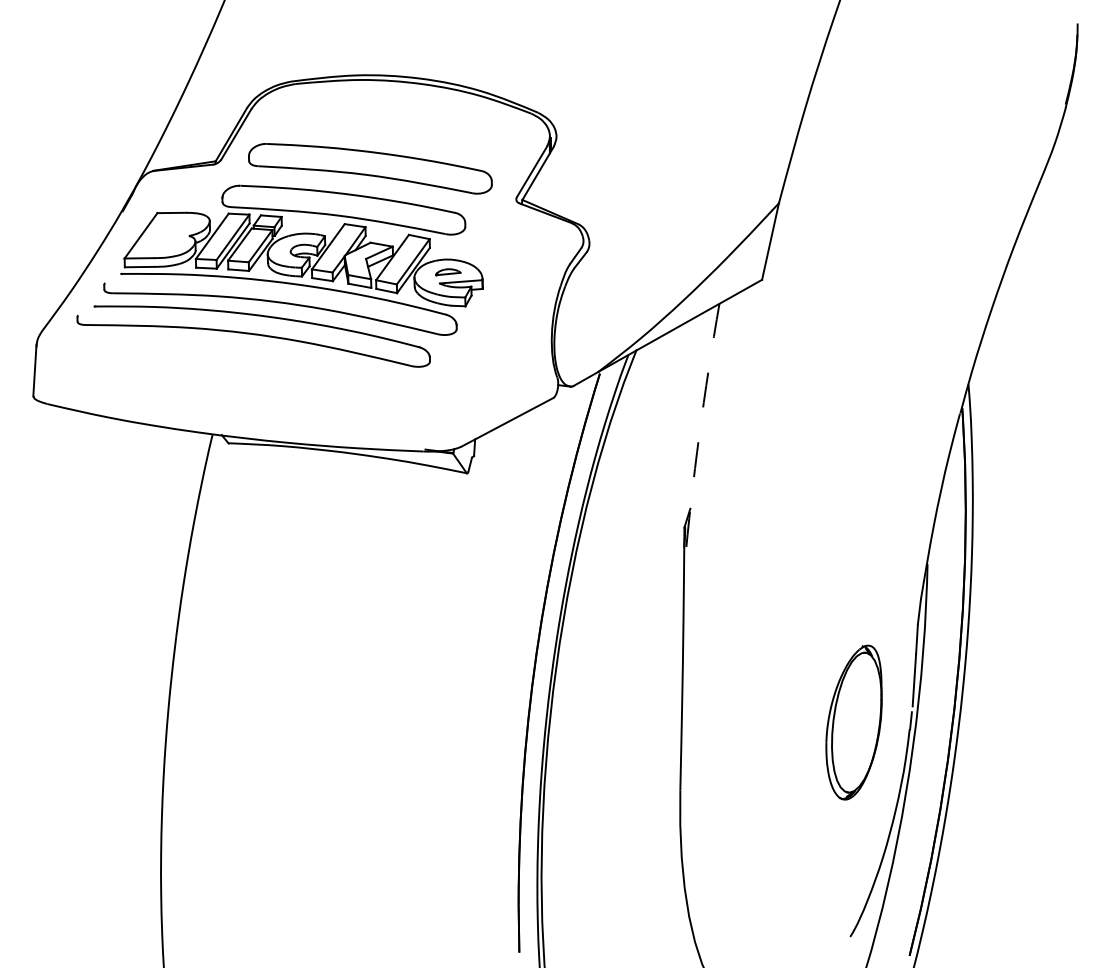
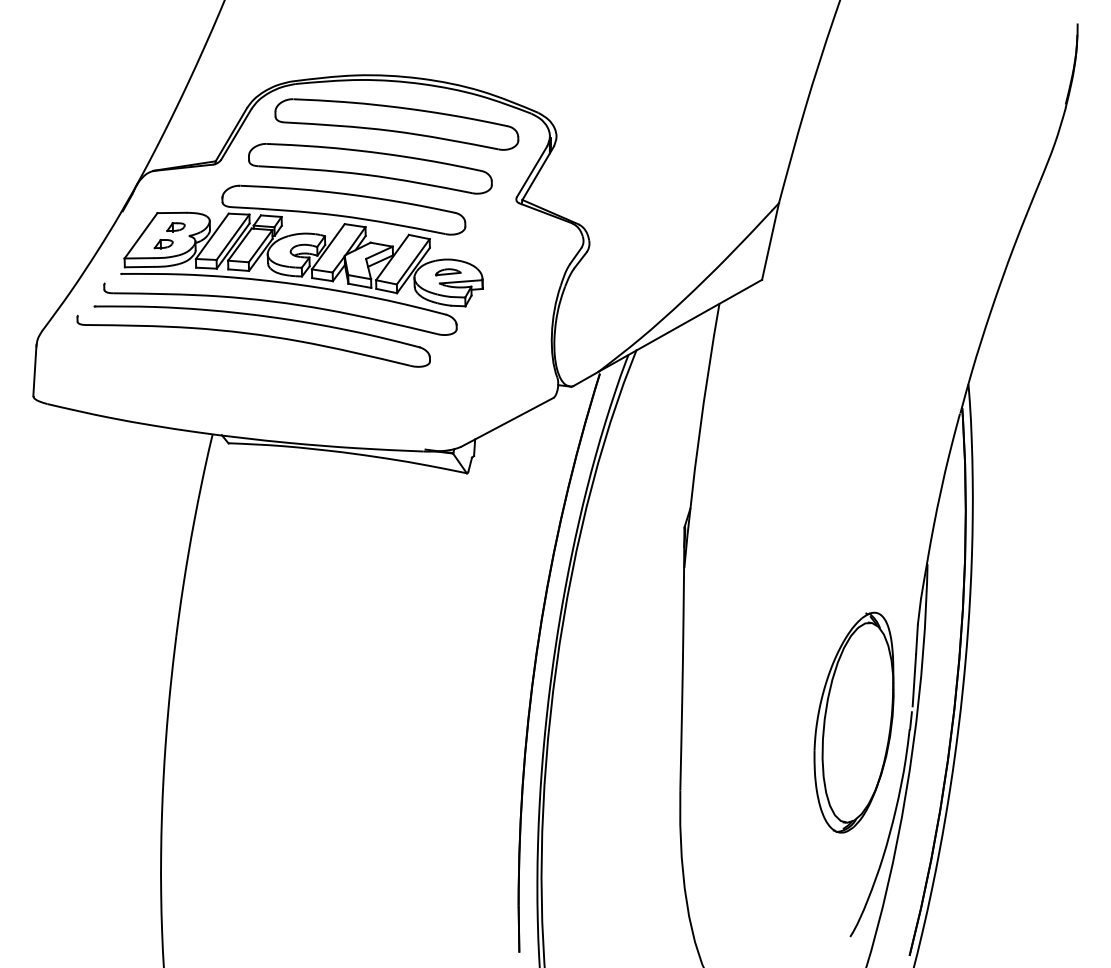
part at (396, 124): none -> present
part at (169, 235): none -> present
arc at (699, 435): dashed -> solid
part at (853, 722) size: 58x157 px -> 82x223 px
